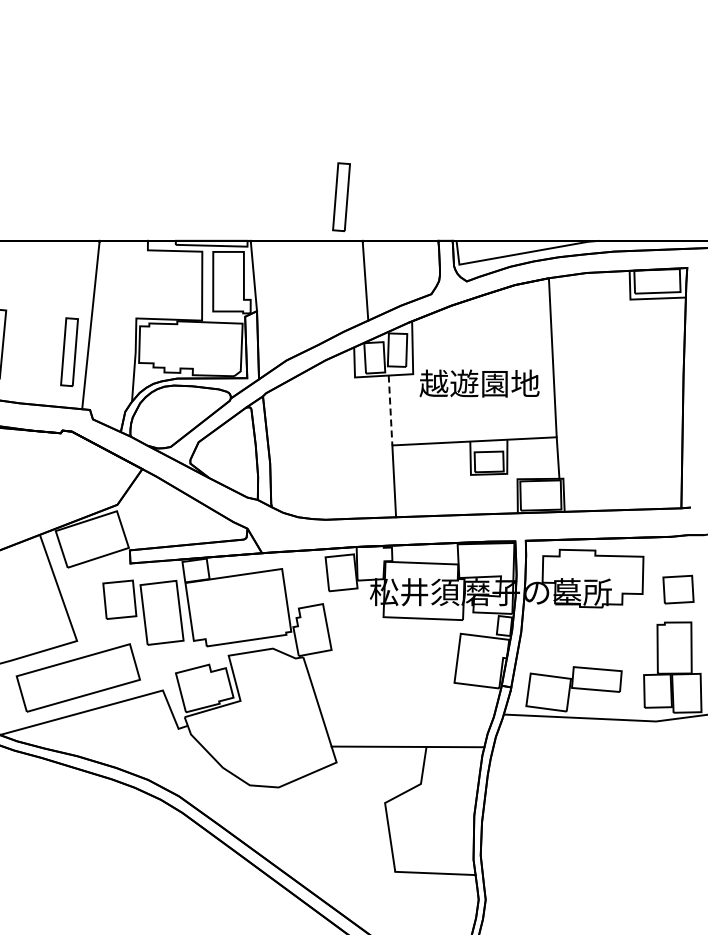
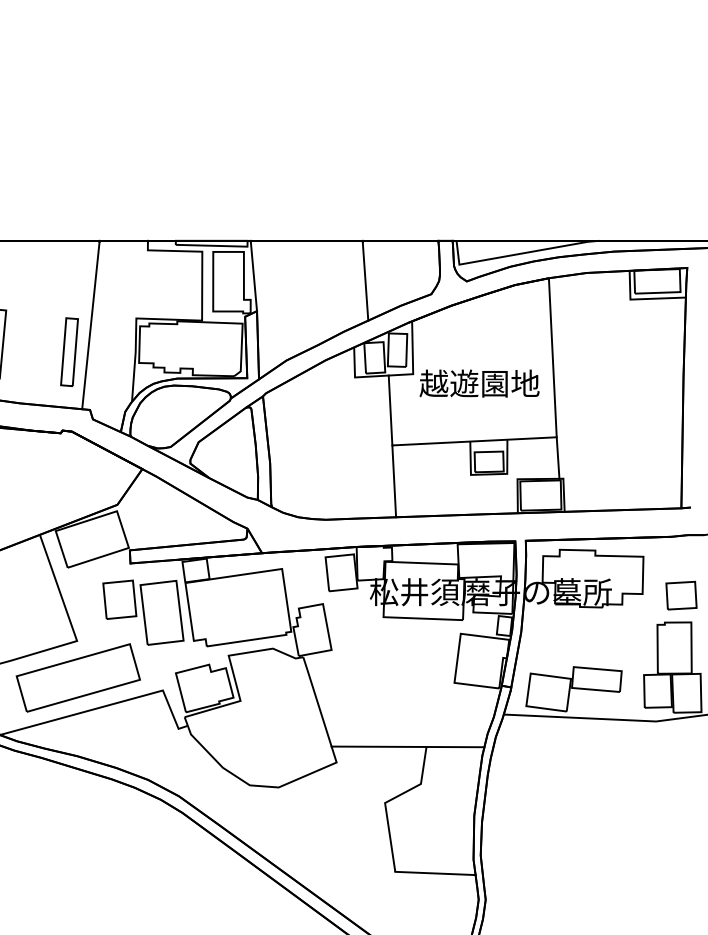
part at (341, 196): present -> none
line at (390, 410): dashed -> solid
part at (678, 589) position: (678, 589) -> (681, 595)
